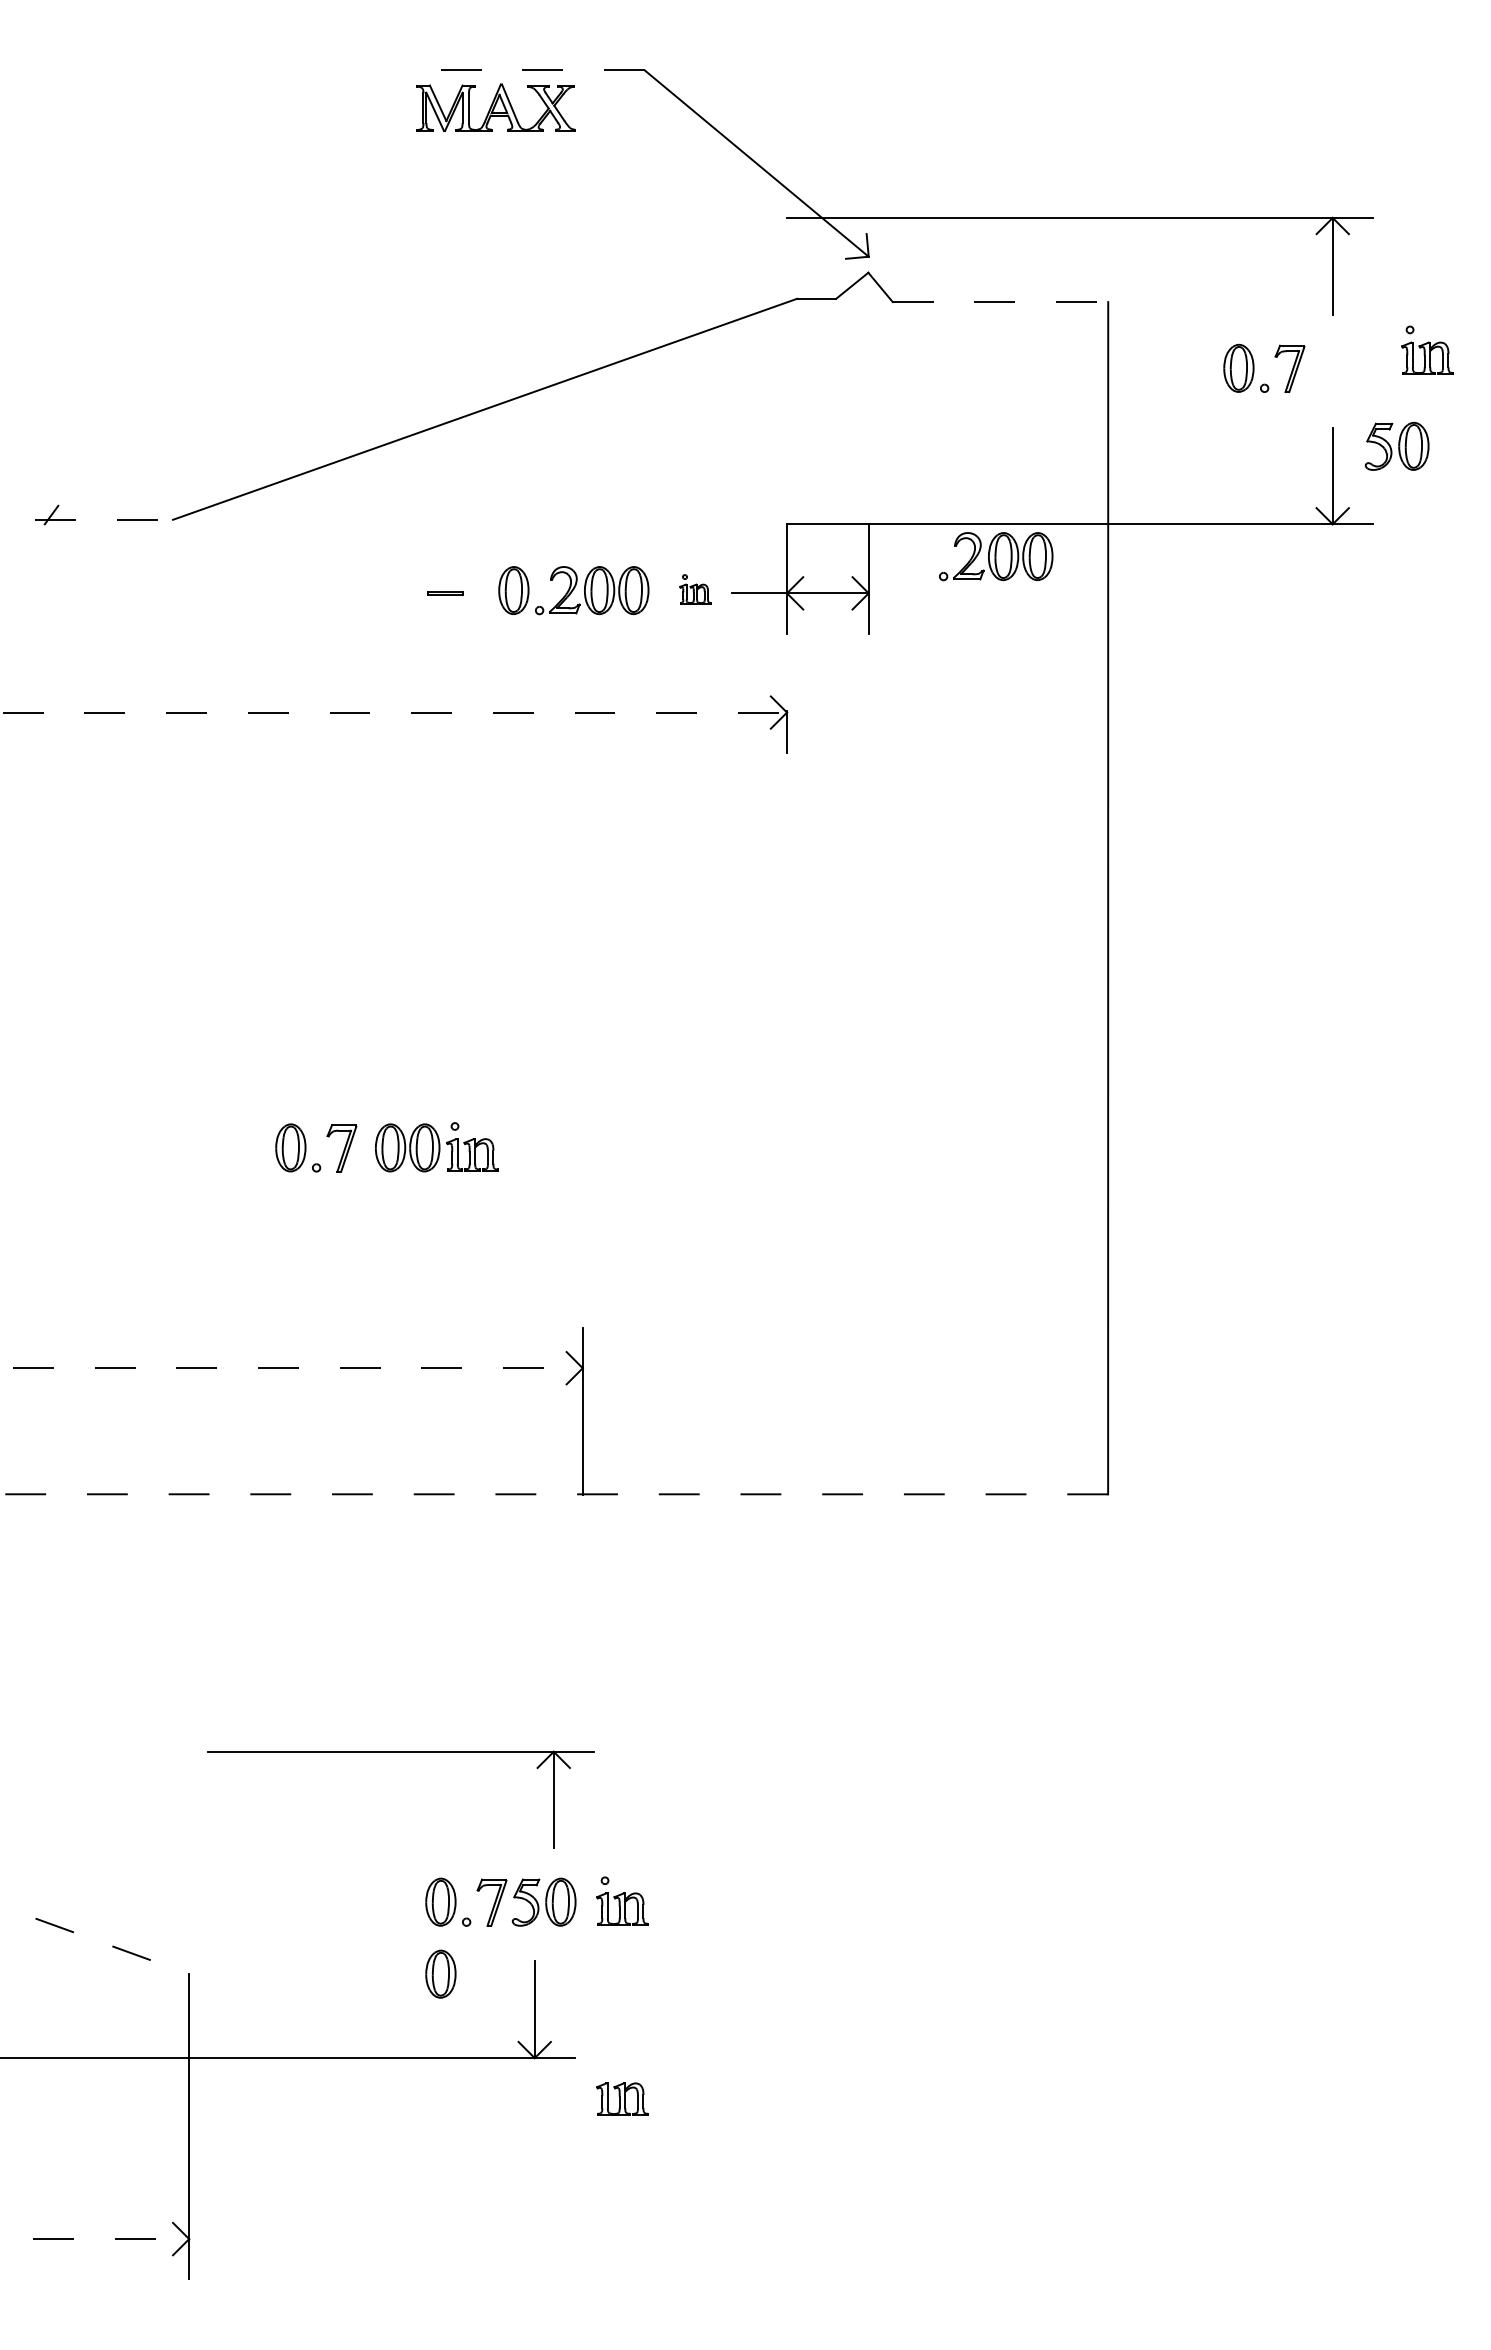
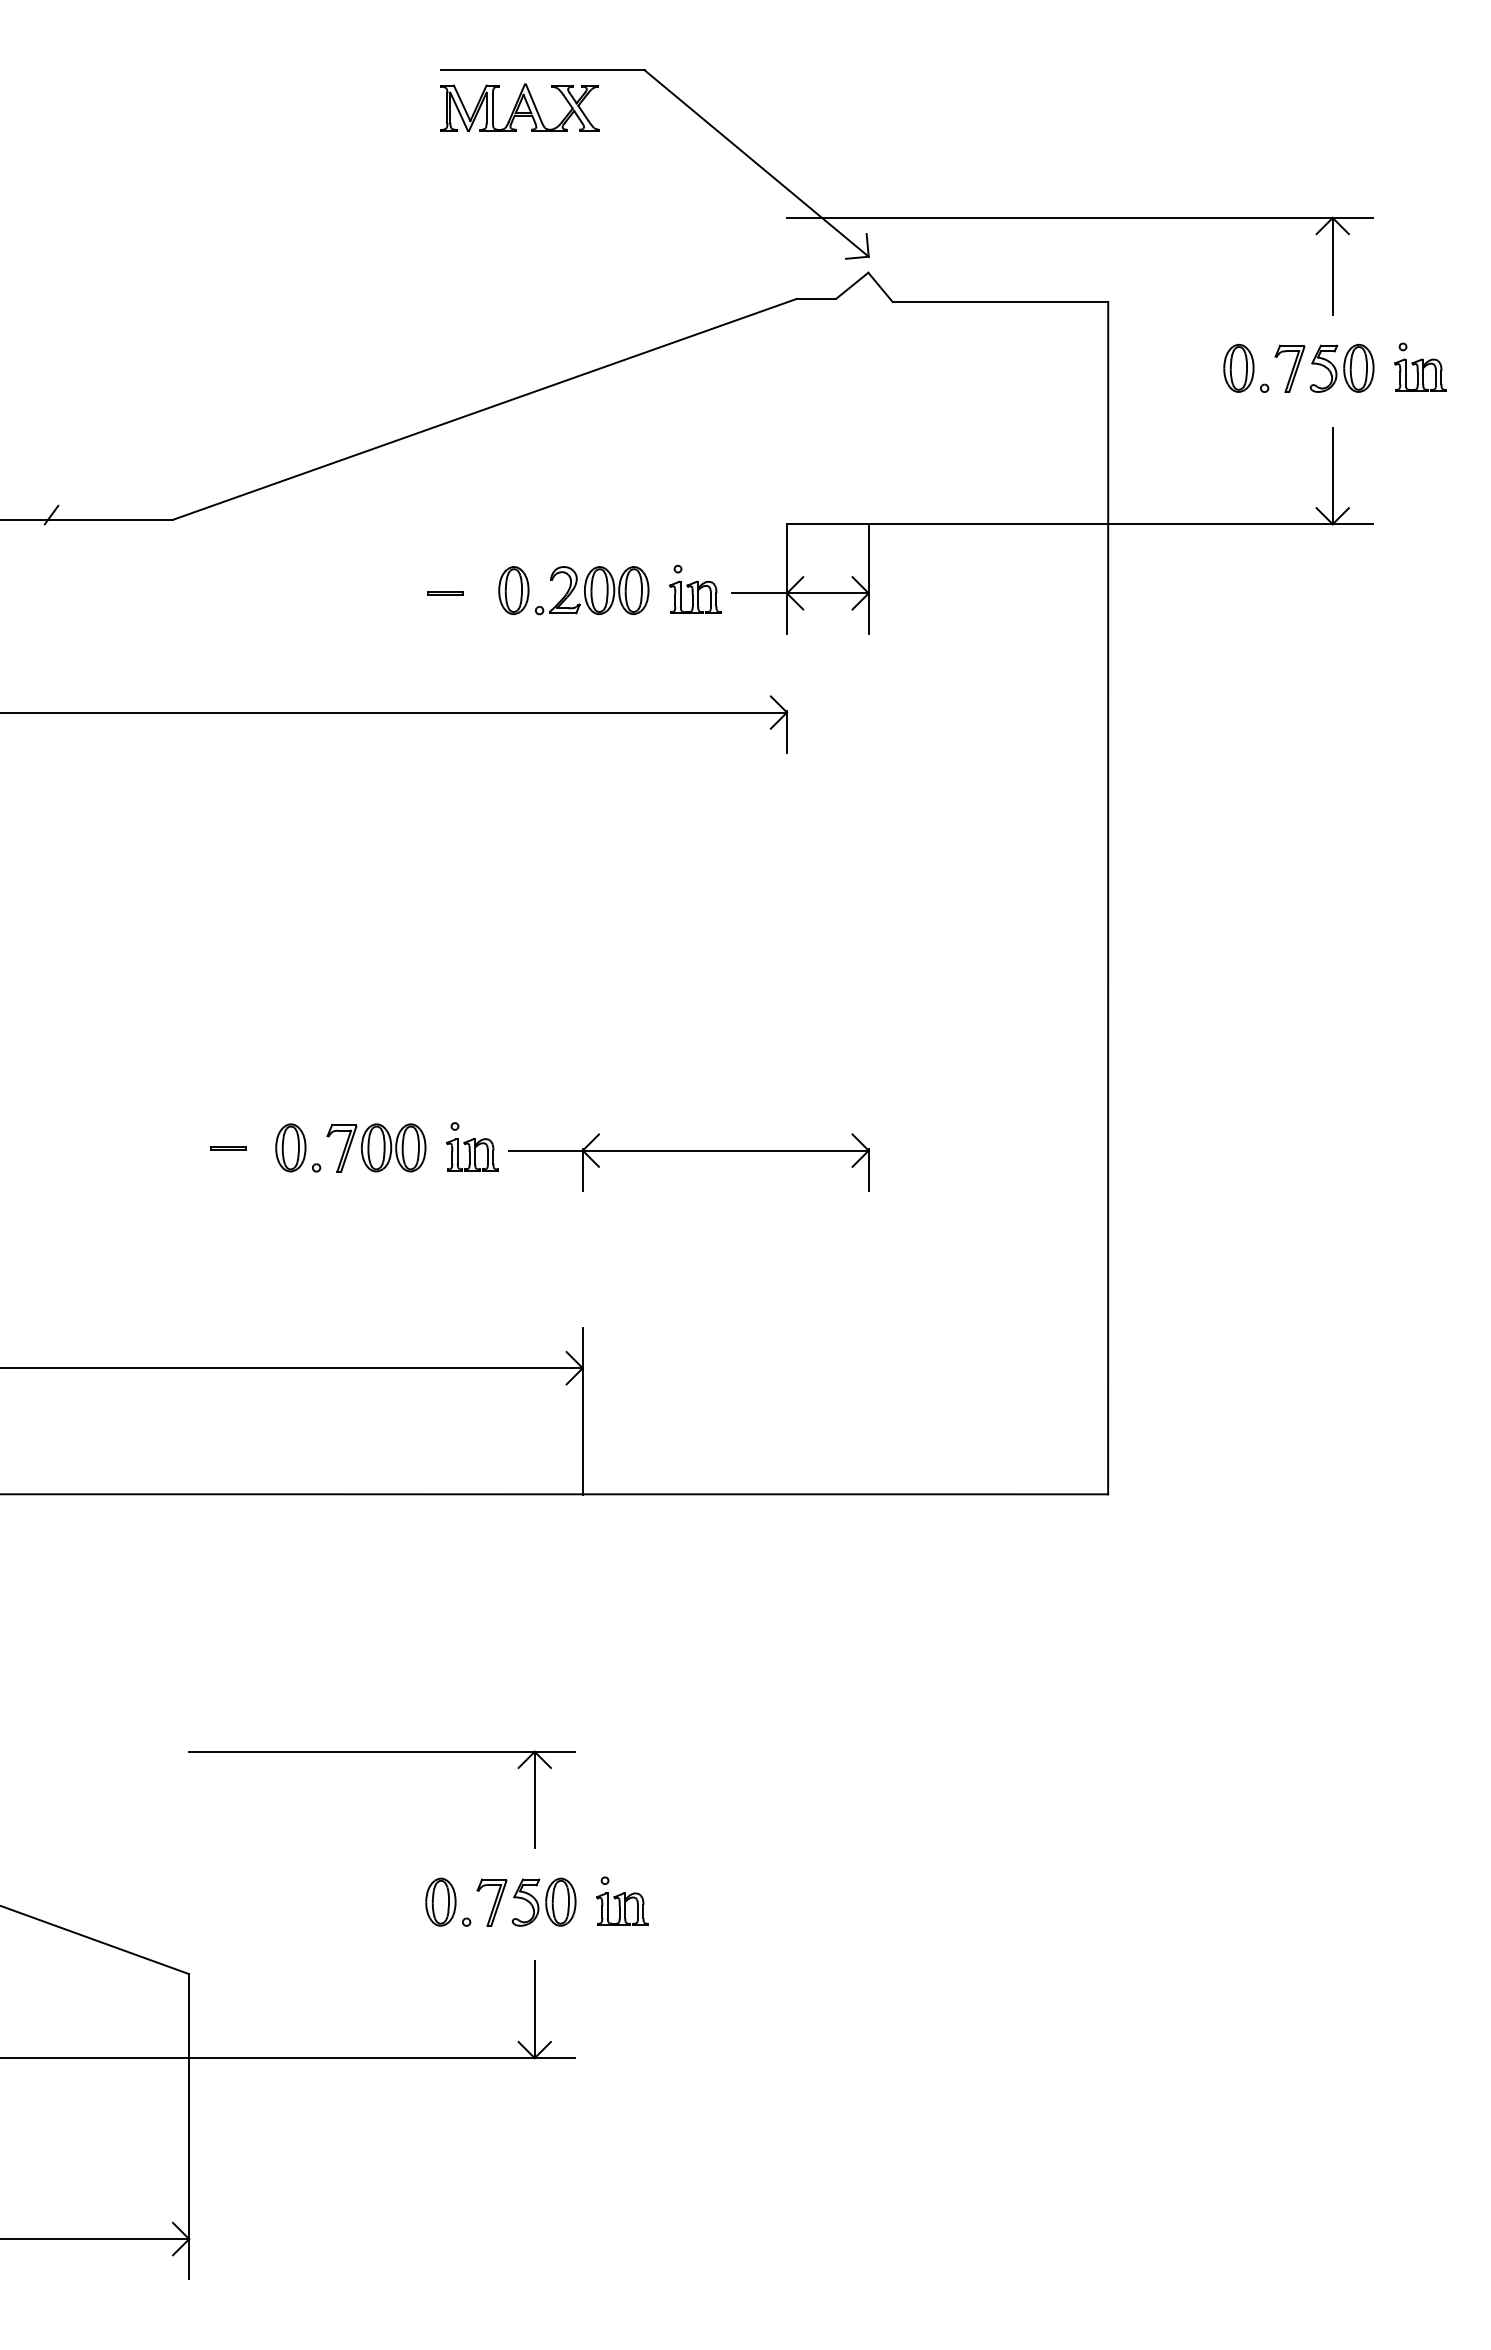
line at (542, 70): dashed -> solid
part at (495, 107) position: (495, 107) -> (519, 107)
line at (1000, 302): dashed -> solid
part at (1427, 349) position: (1427, 349) -> (1420, 366)
part at (1396, 445) position: (1396, 445) -> (1341, 367)
line at (87, 519): dashed -> solid
part at (996, 556): present -> none
part at (695, 589) size: 33x31 px -> 53x50 px
line at (394, 712): dashed -> solid
line at (228, 1147): none -> present
part at (407, 1147) position: (407, 1147) -> (393, 1147)
part at (688, 1151): none -> present
line at (291, 1368): dashed -> solid
line at (554, 1494): dashed -> solid
part at (400, 1752) position: (400, 1752) -> (381, 1752)
line at (95, 1940): dashed -> solid
part at (440, 1973): present -> none
part at (622, 2098): present -> none
line at (95, 2239): dashed -> solid
